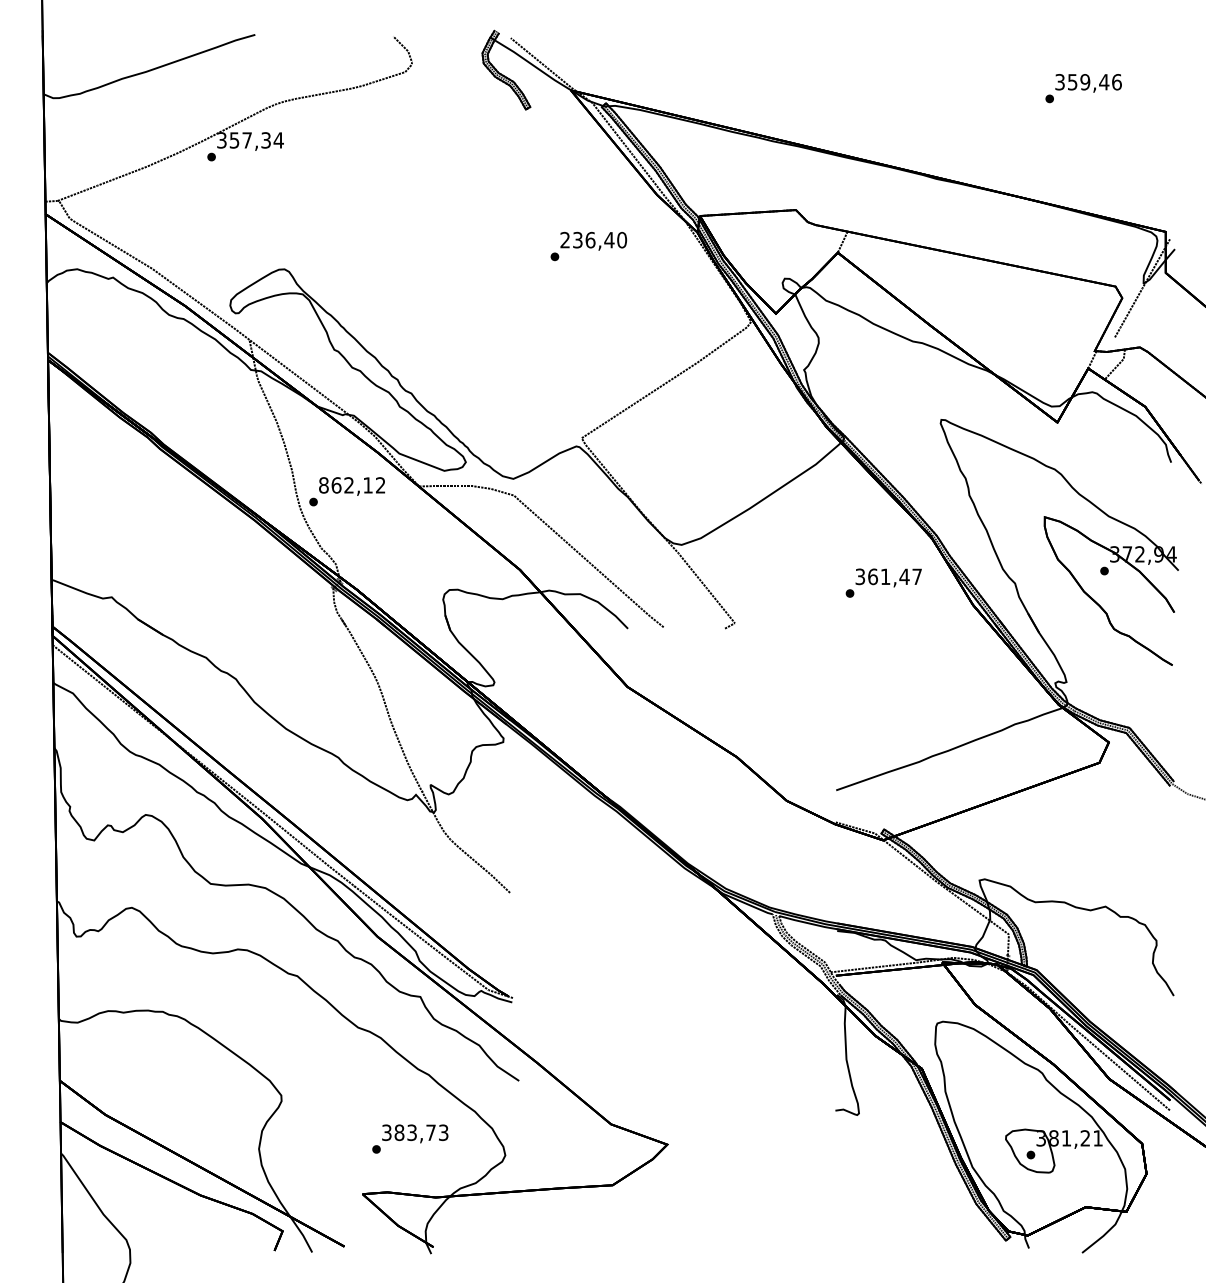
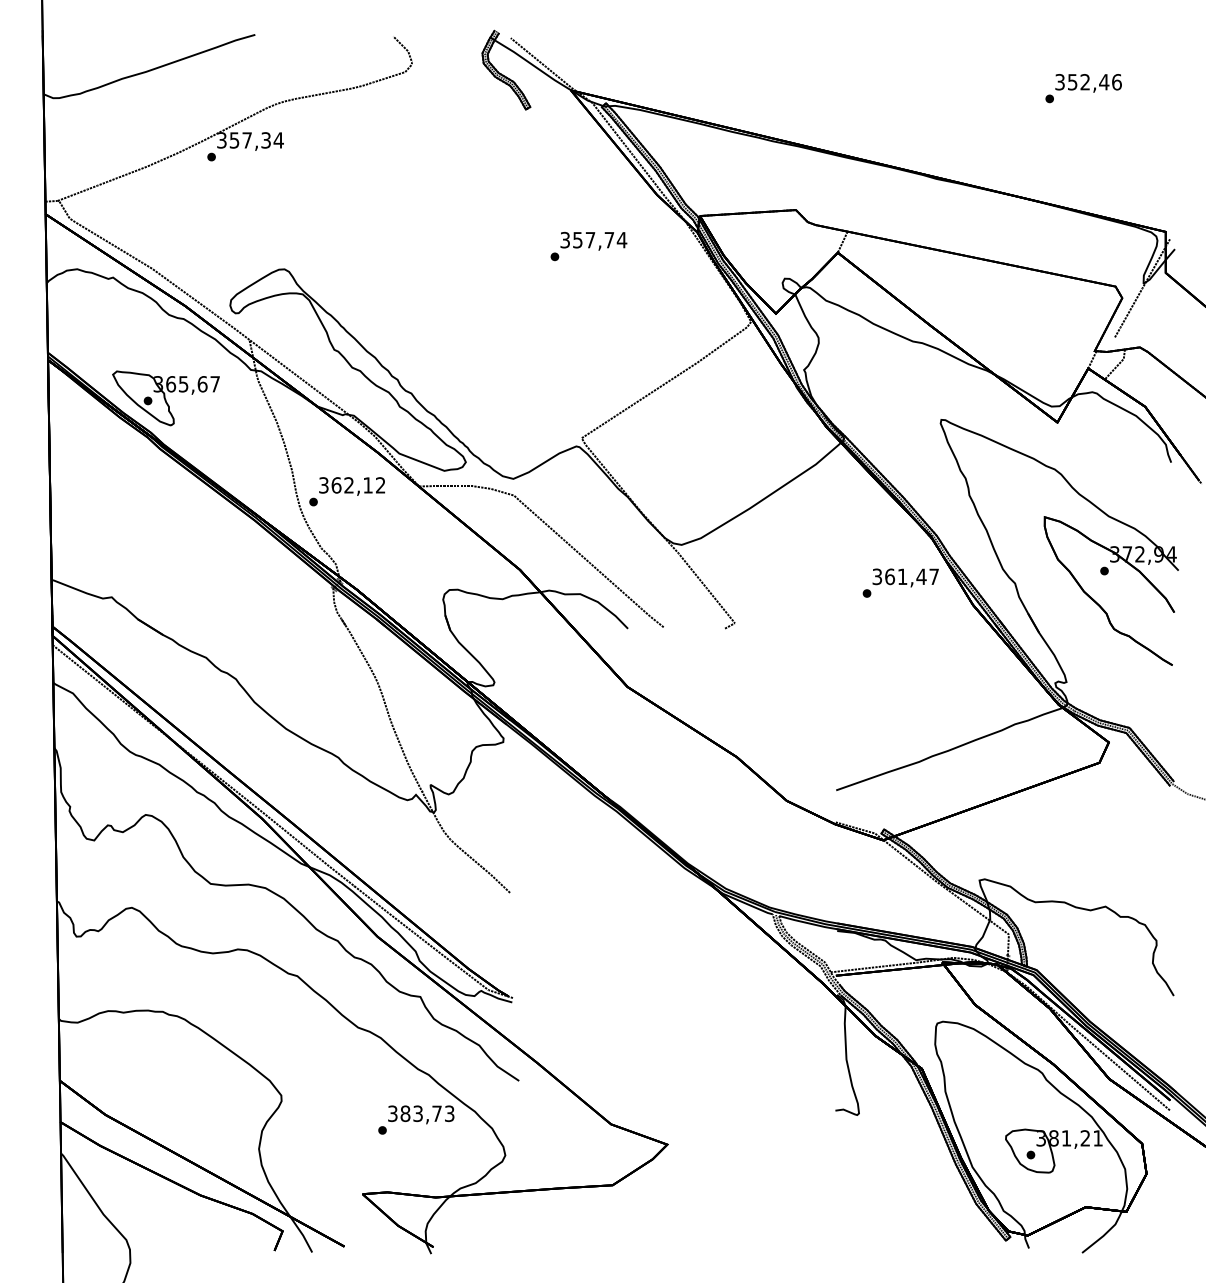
text at (1085, 82): 359,46 -> 352,46
text at (593, 239): 236,40 -> 357,74
part at (165, 398): none -> present
text at (323, 485): 862,12 -> 362,12
text at (883, 582) position: (883, 582) -> (900, 582)
text at (410, 1138) position: (410, 1138) -> (416, 1119)
